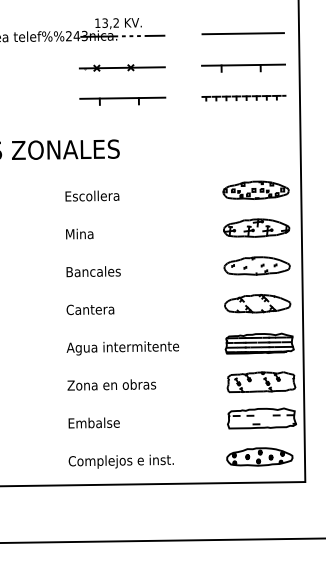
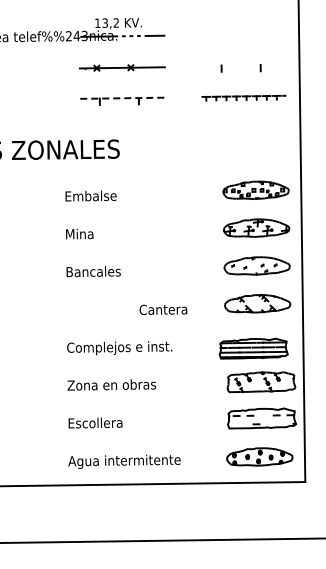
line at (242, 33): present -> none
line at (243, 64): present -> none
line at (122, 98): solid -> dashed
text at (96, 195): Escollera -> Embalse
text at (90, 309) position: (90, 309) -> (163, 309)
part at (259, 343) position: (259, 343) -> (253, 348)
text at (122, 348): Agua intermitente -> Complejos e inst.
text at (99, 422): Embalse -> Escollera
text at (124, 461): Complejos e inst. -> Agua intermitente
